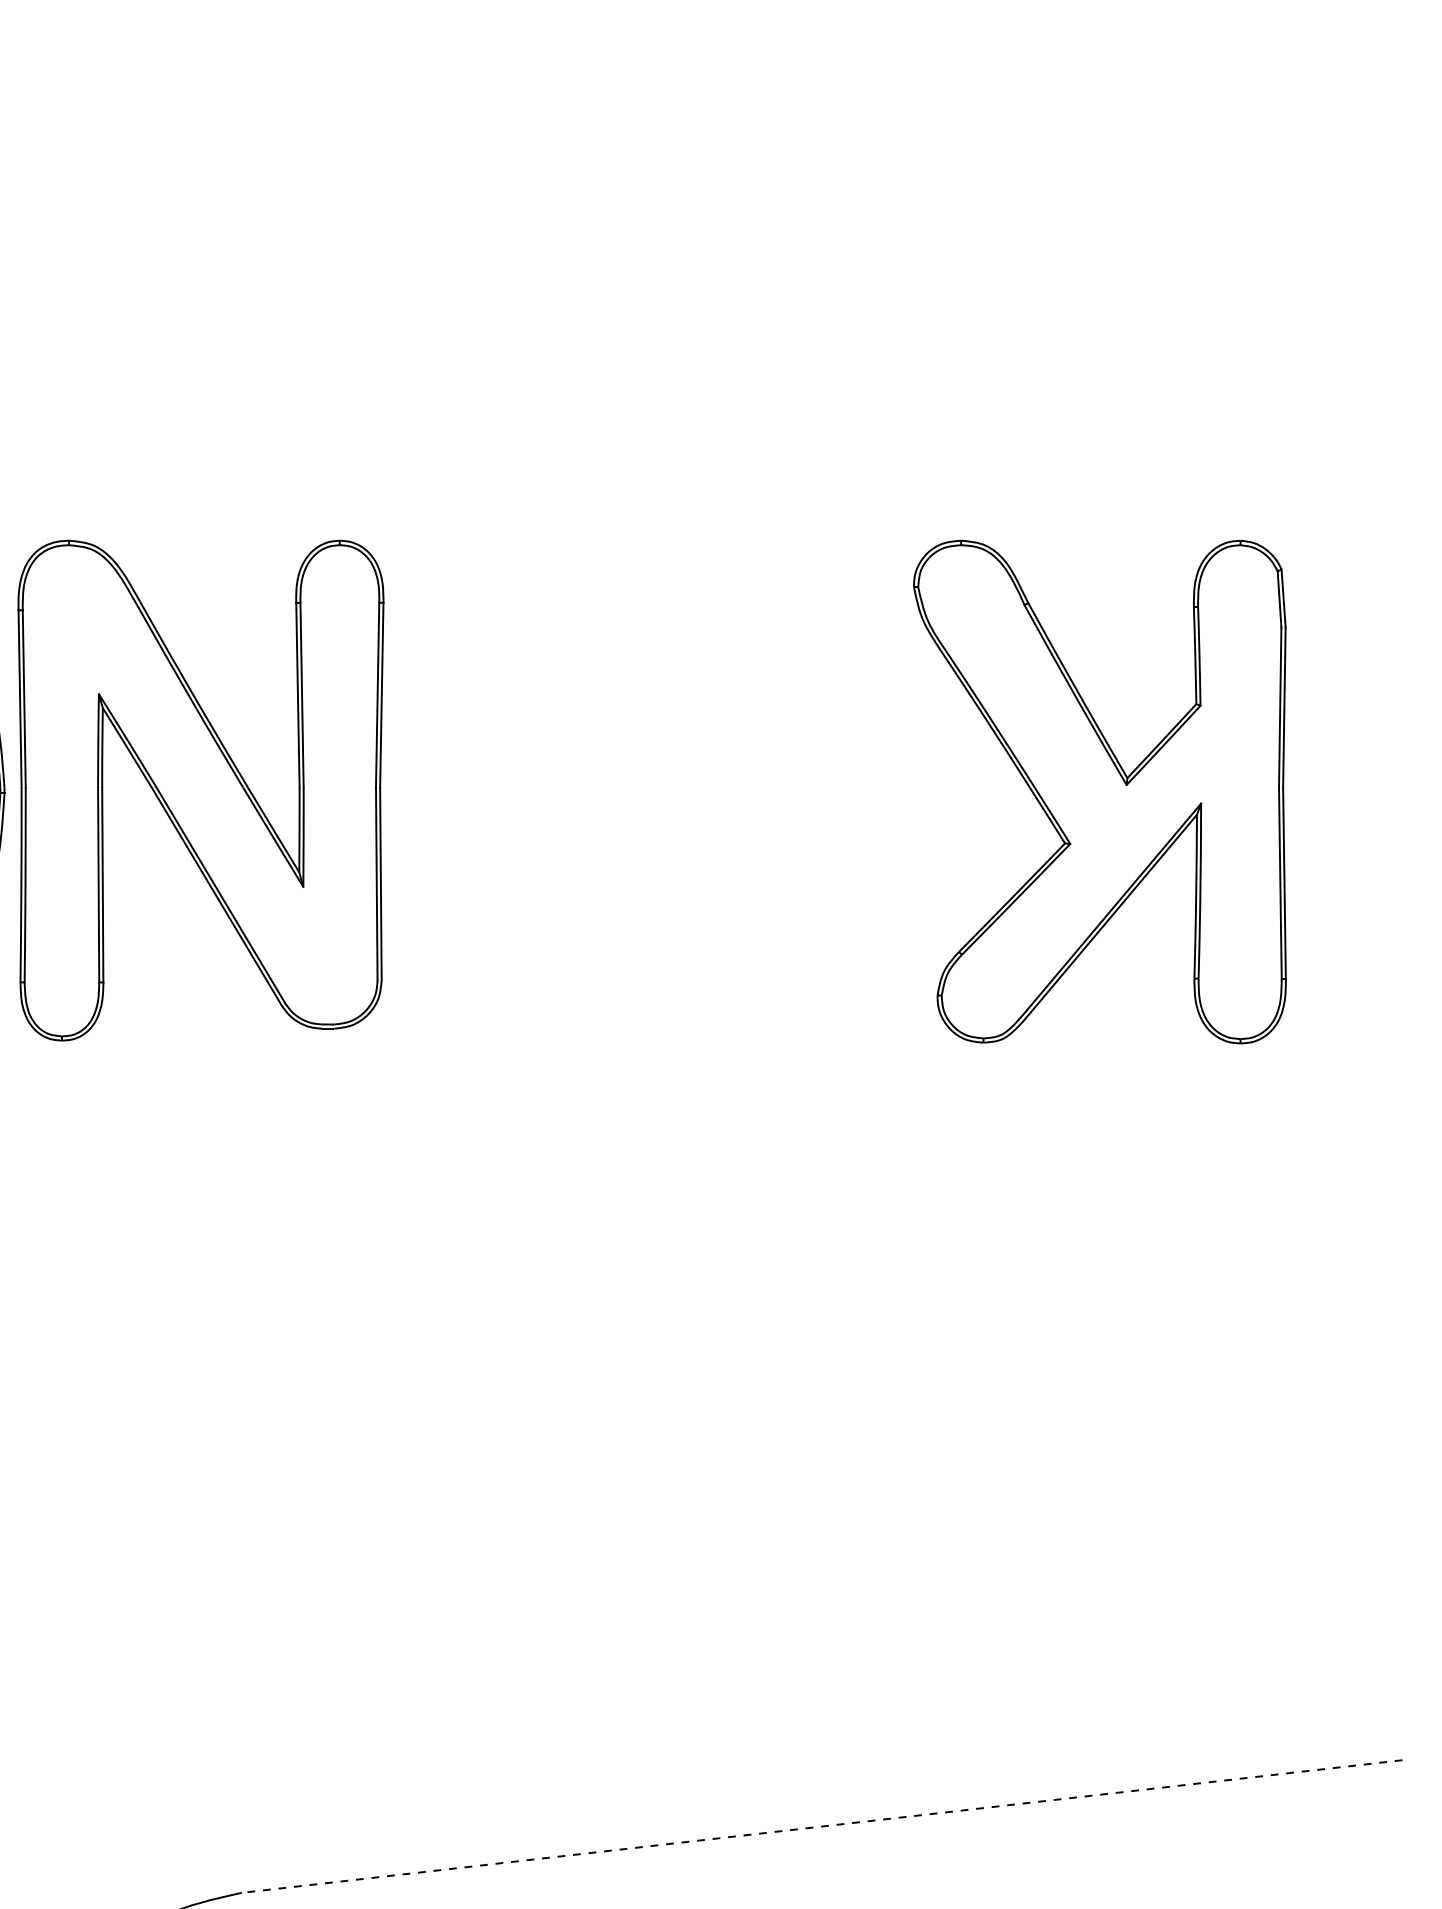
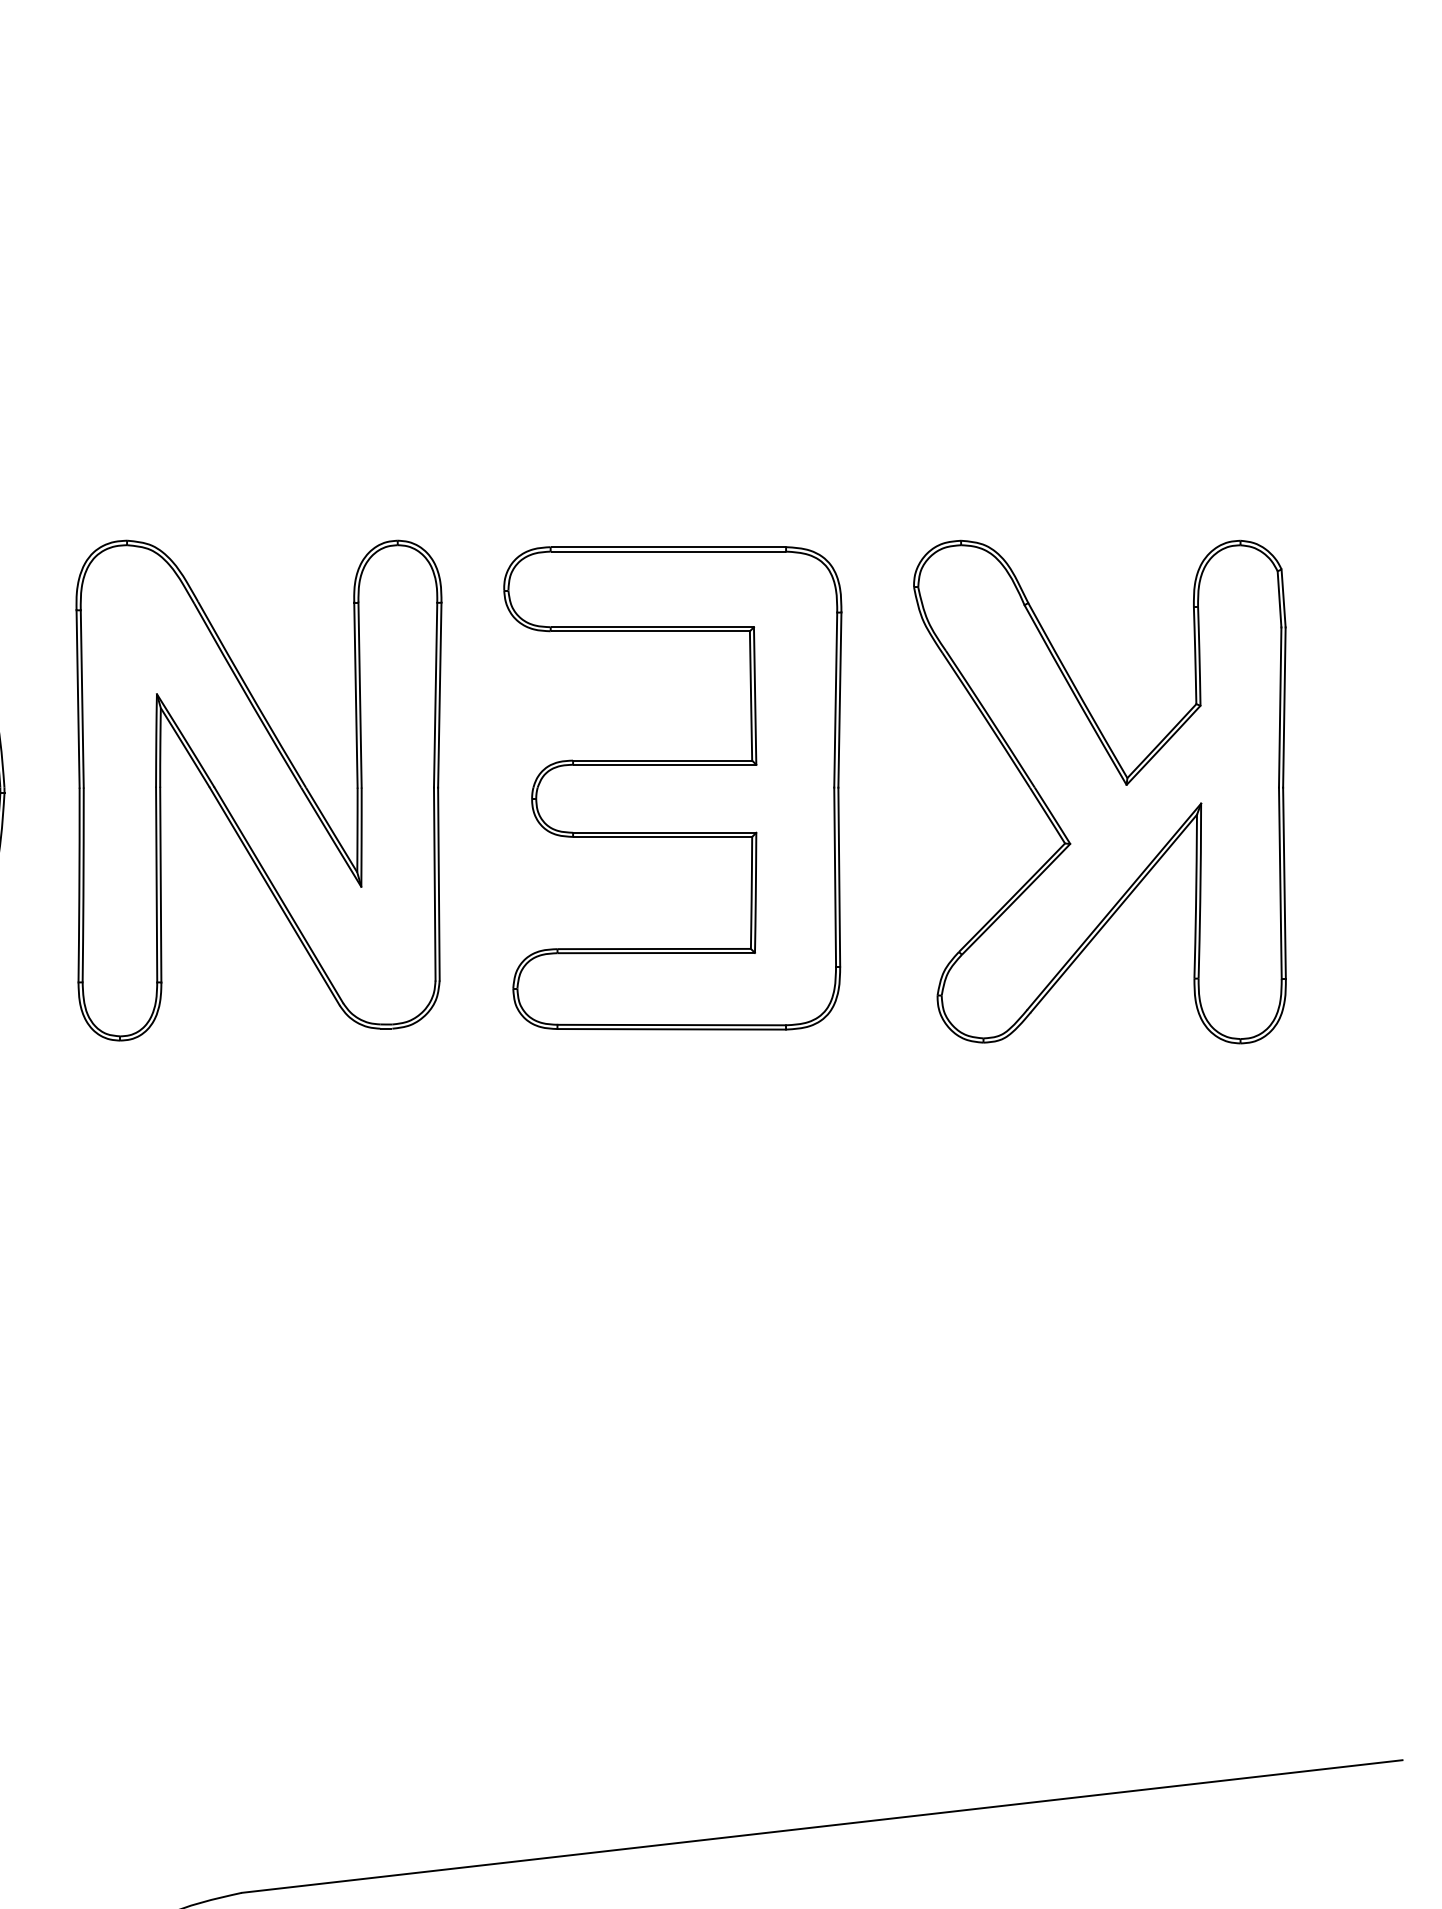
part at (672, 788): none -> present
part at (200, 790) position: (200, 790) -> (258, 790)
line at (821, 1826): dashed -> solid
